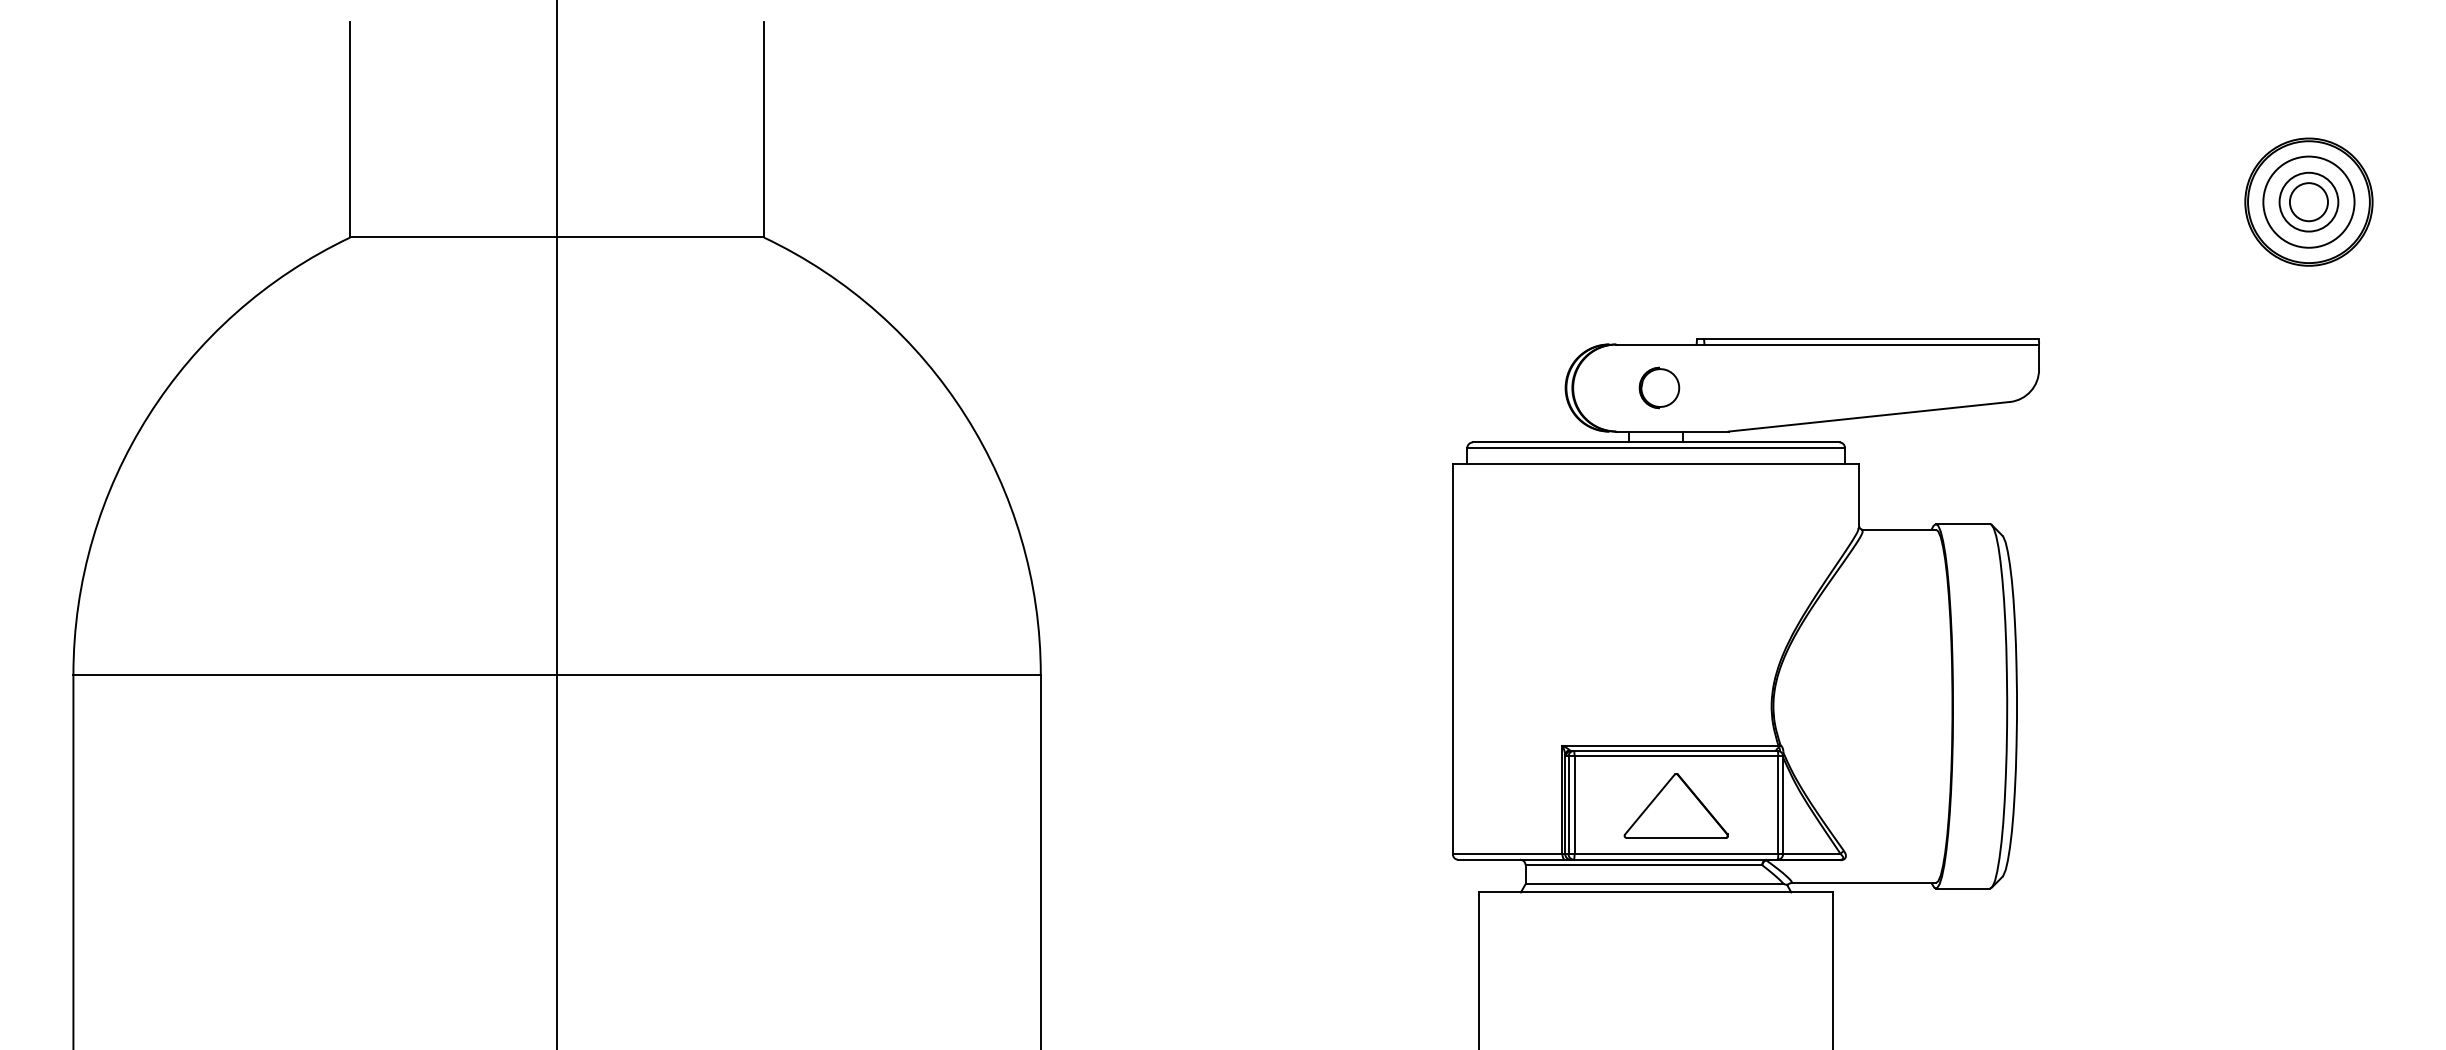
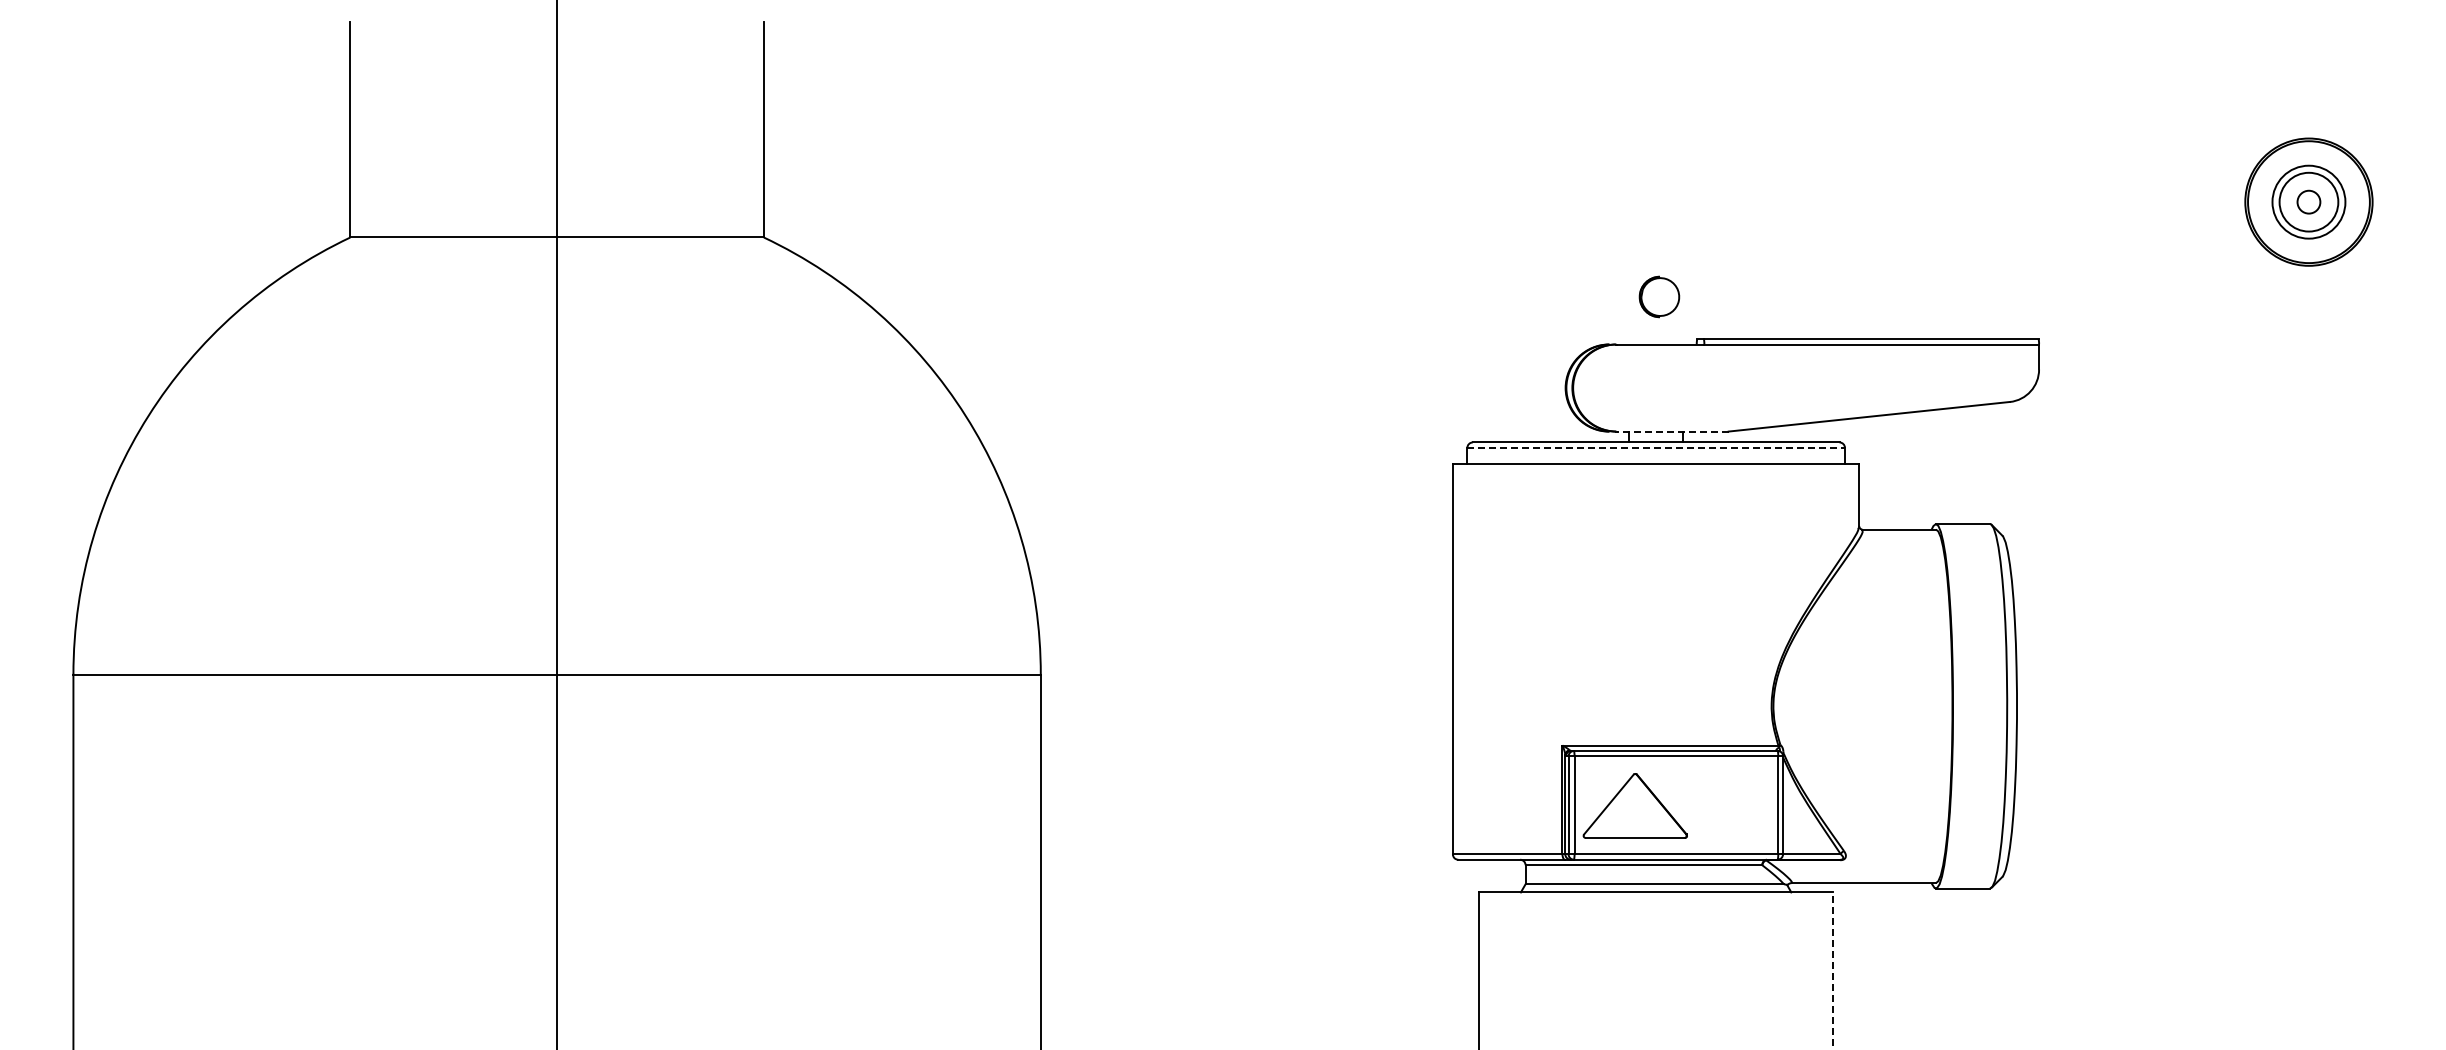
circle at (2308, 201) diameter: 91 px -> 73 px
circle at (2308, 202) diameter: 38 px -> 23 px
part at (1659, 387) position: (1659, 387) -> (1659, 296)
line at (1672, 431): solid -> dashed
line at (1656, 447): solid -> dashed
part at (1675, 805) position: (1675, 805) -> (1634, 805)
line at (1833, 970): solid -> dashed
